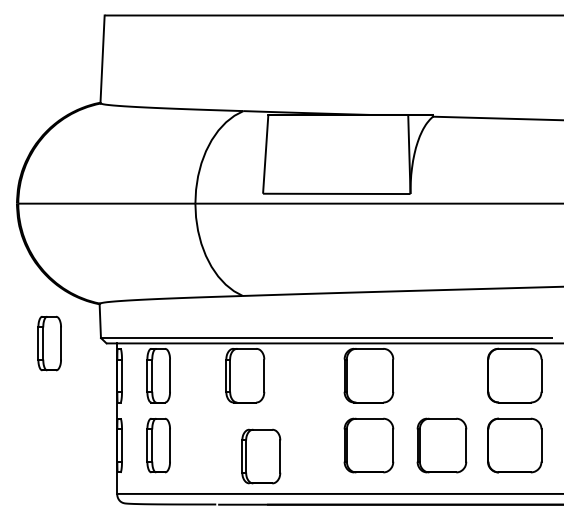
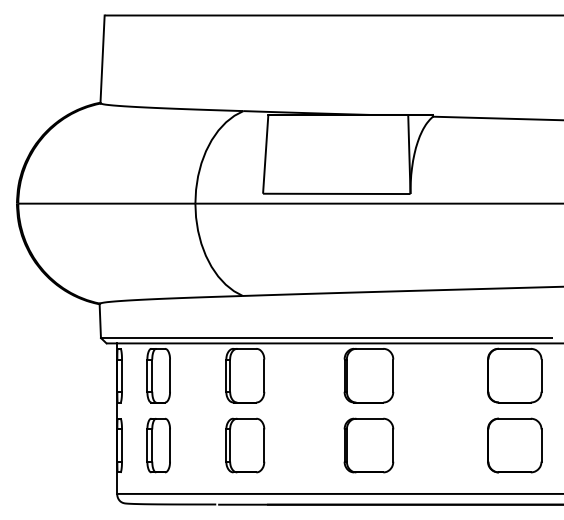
part at (49, 343): present -> none
part at (441, 445): present -> none
part at (261, 456) position: (261, 456) -> (245, 445)
